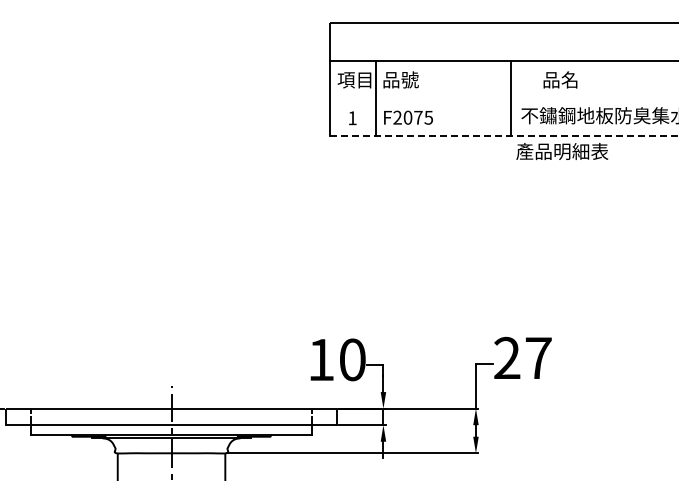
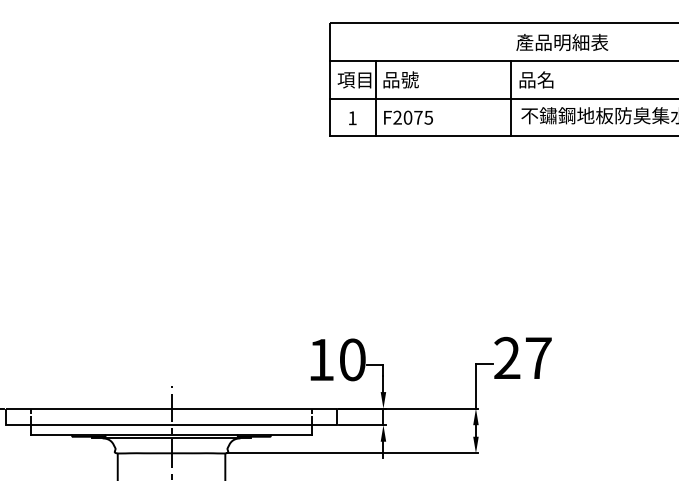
text at (560, 79) position: (560, 79) -> (536, 79)
line at (502, 98): none -> present
line at (504, 136): dashed -> solid
text at (562, 151) position: (562, 151) -> (562, 42)
